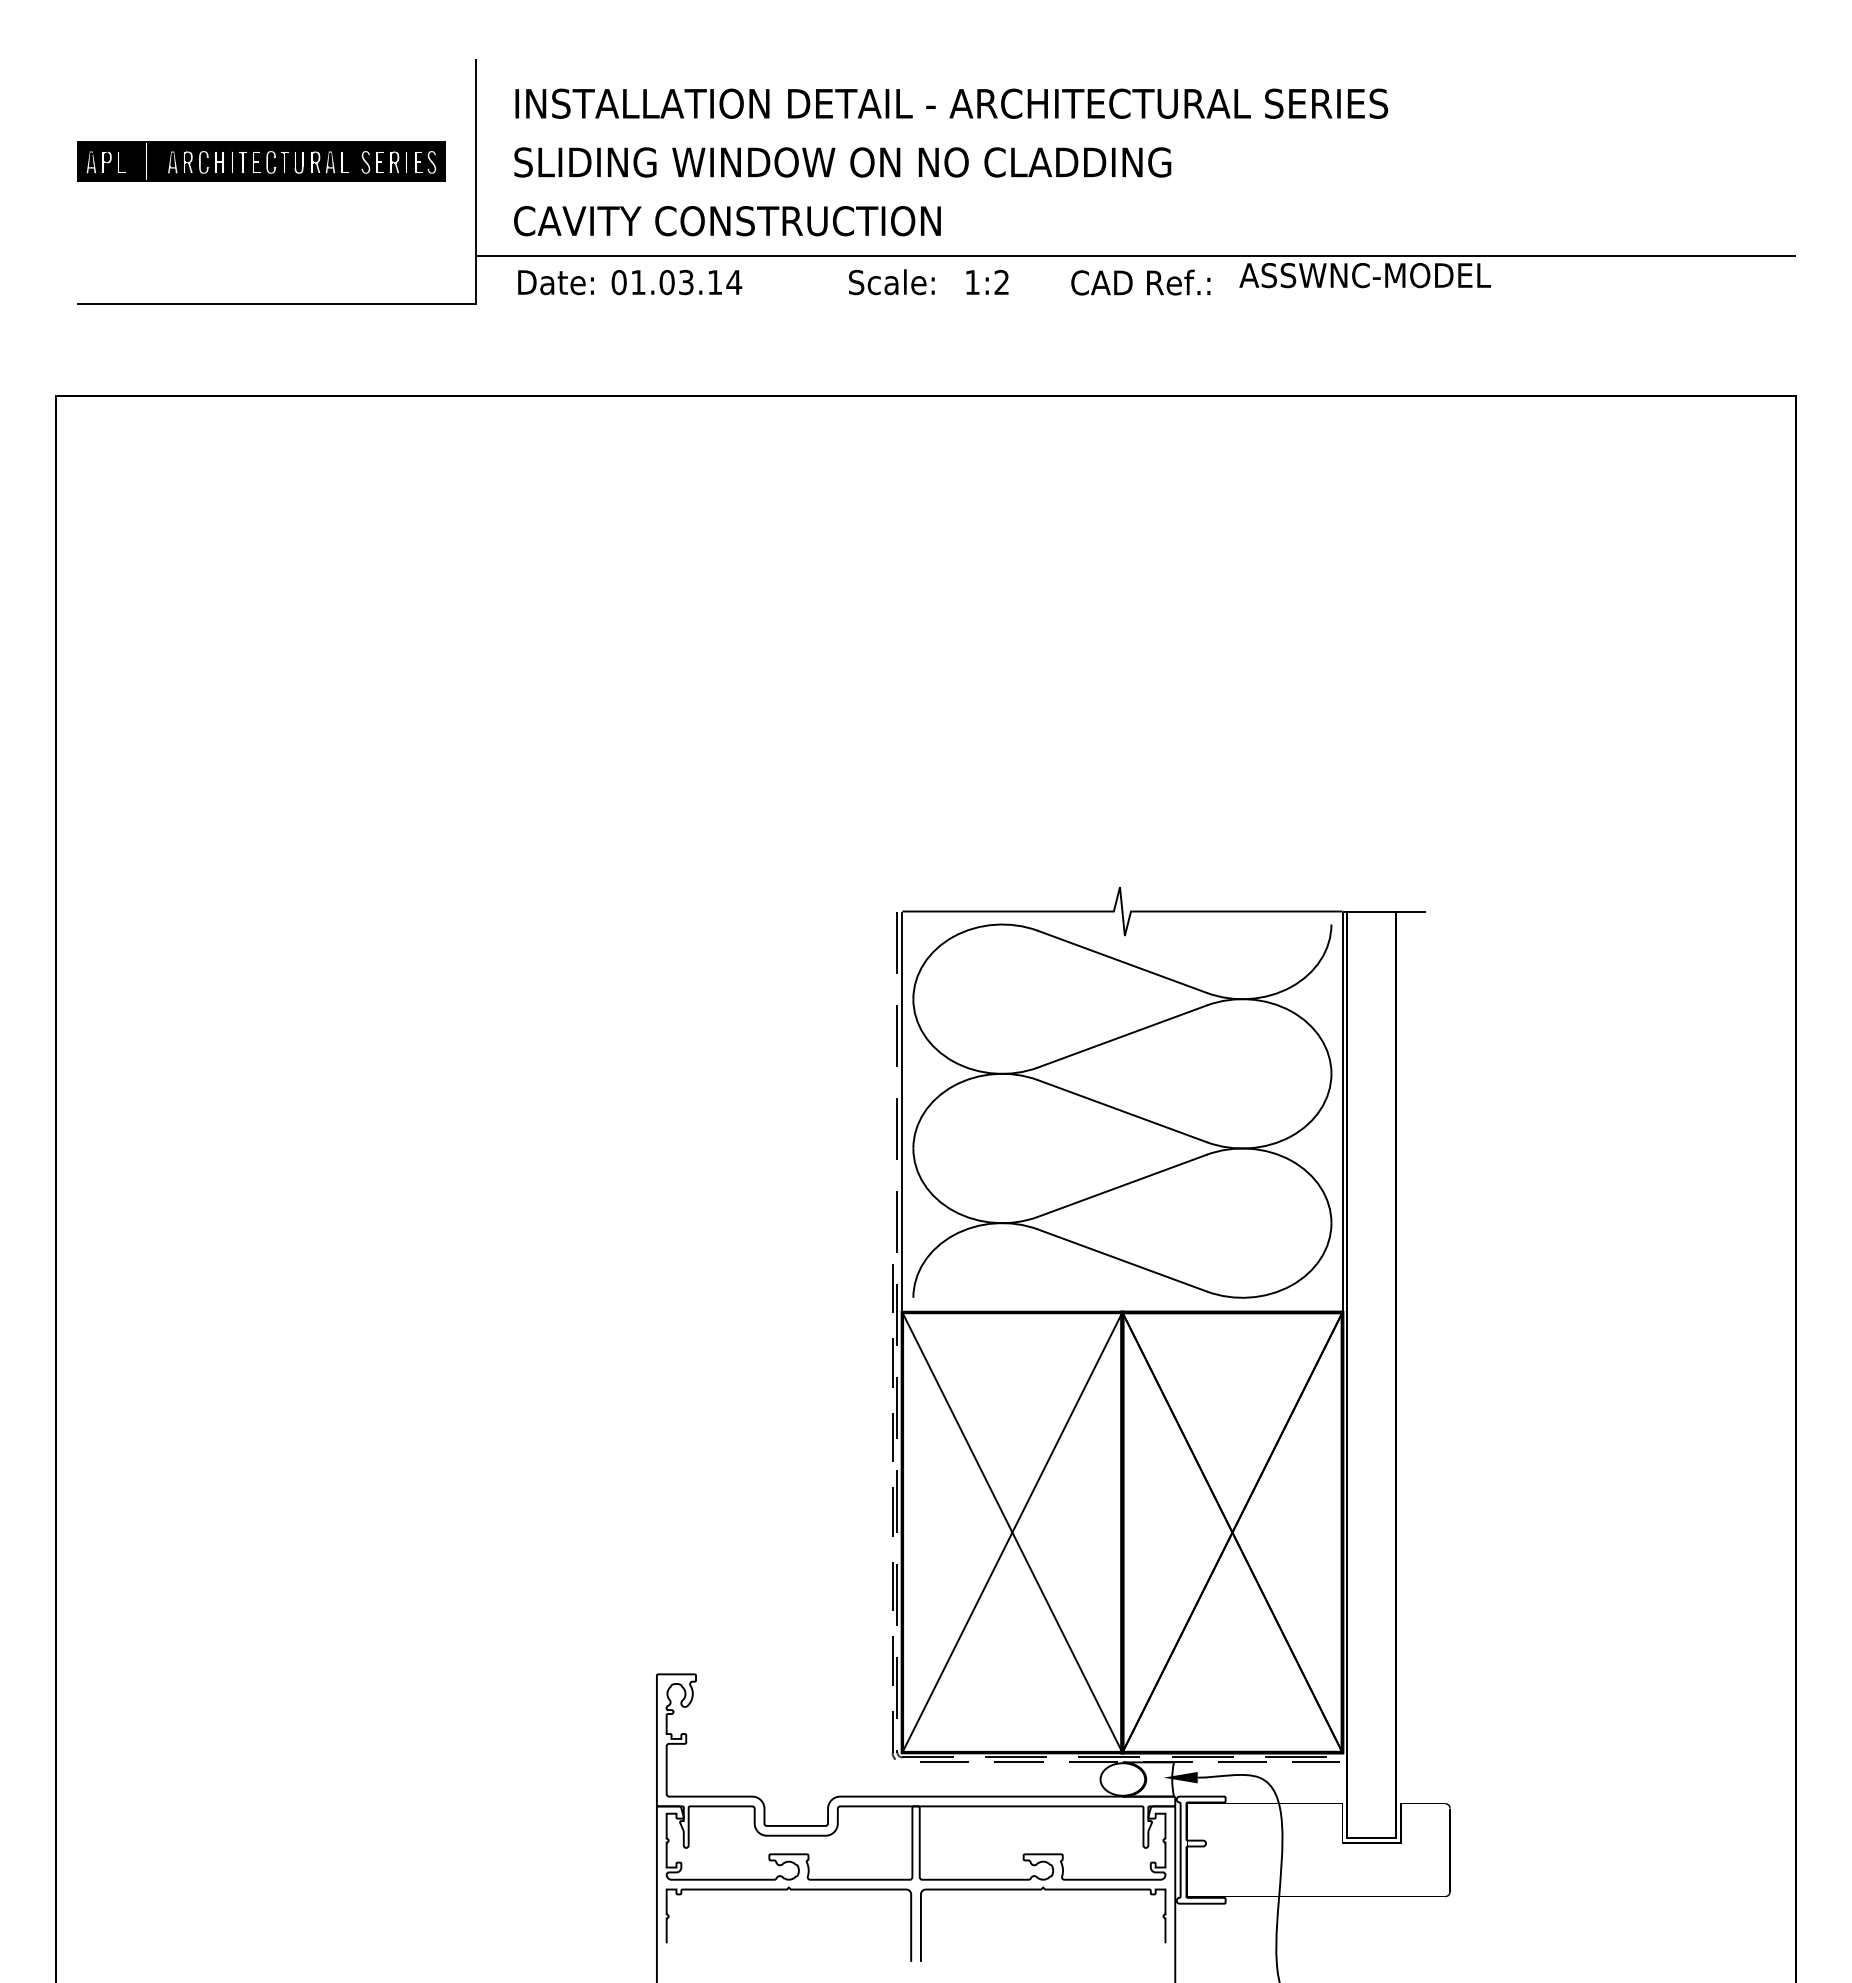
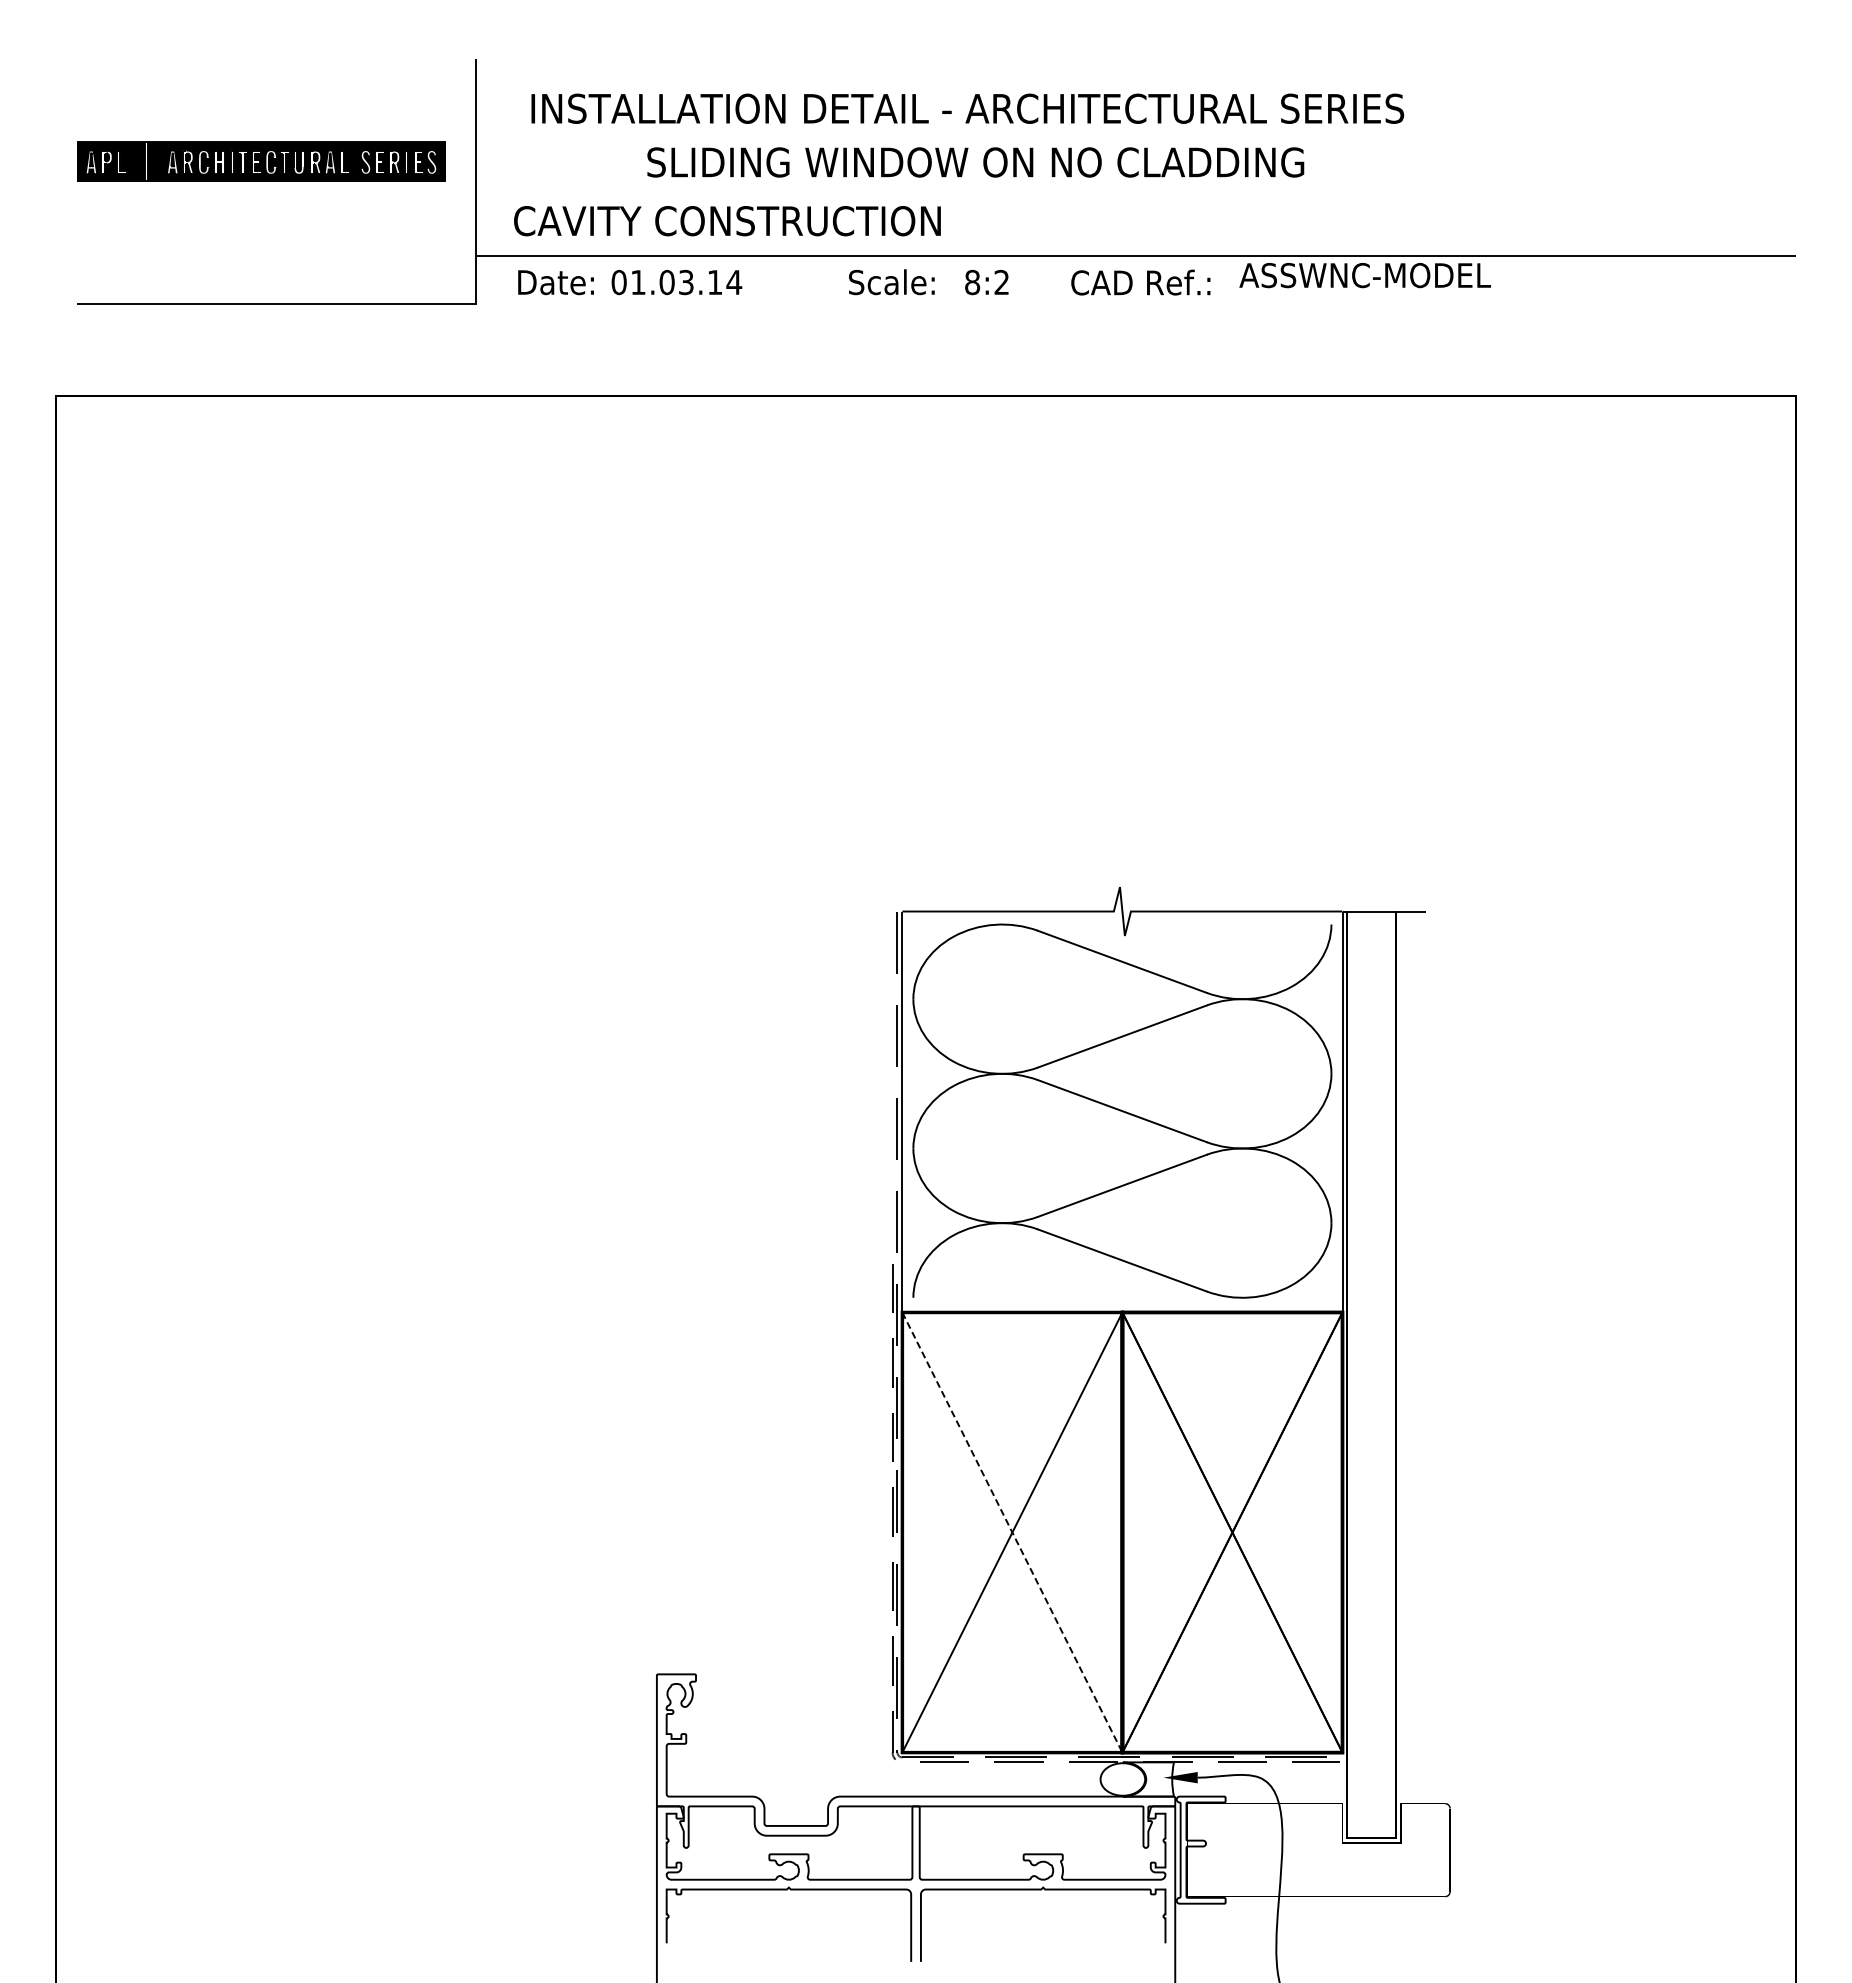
text at (951, 103) position: (951, 103) -> (967, 108)
text at (842, 162) position: (842, 162) -> (975, 162)
text at (972, 282): 1:2 -> 8:2
line at (1012, 1532): solid -> dashed
